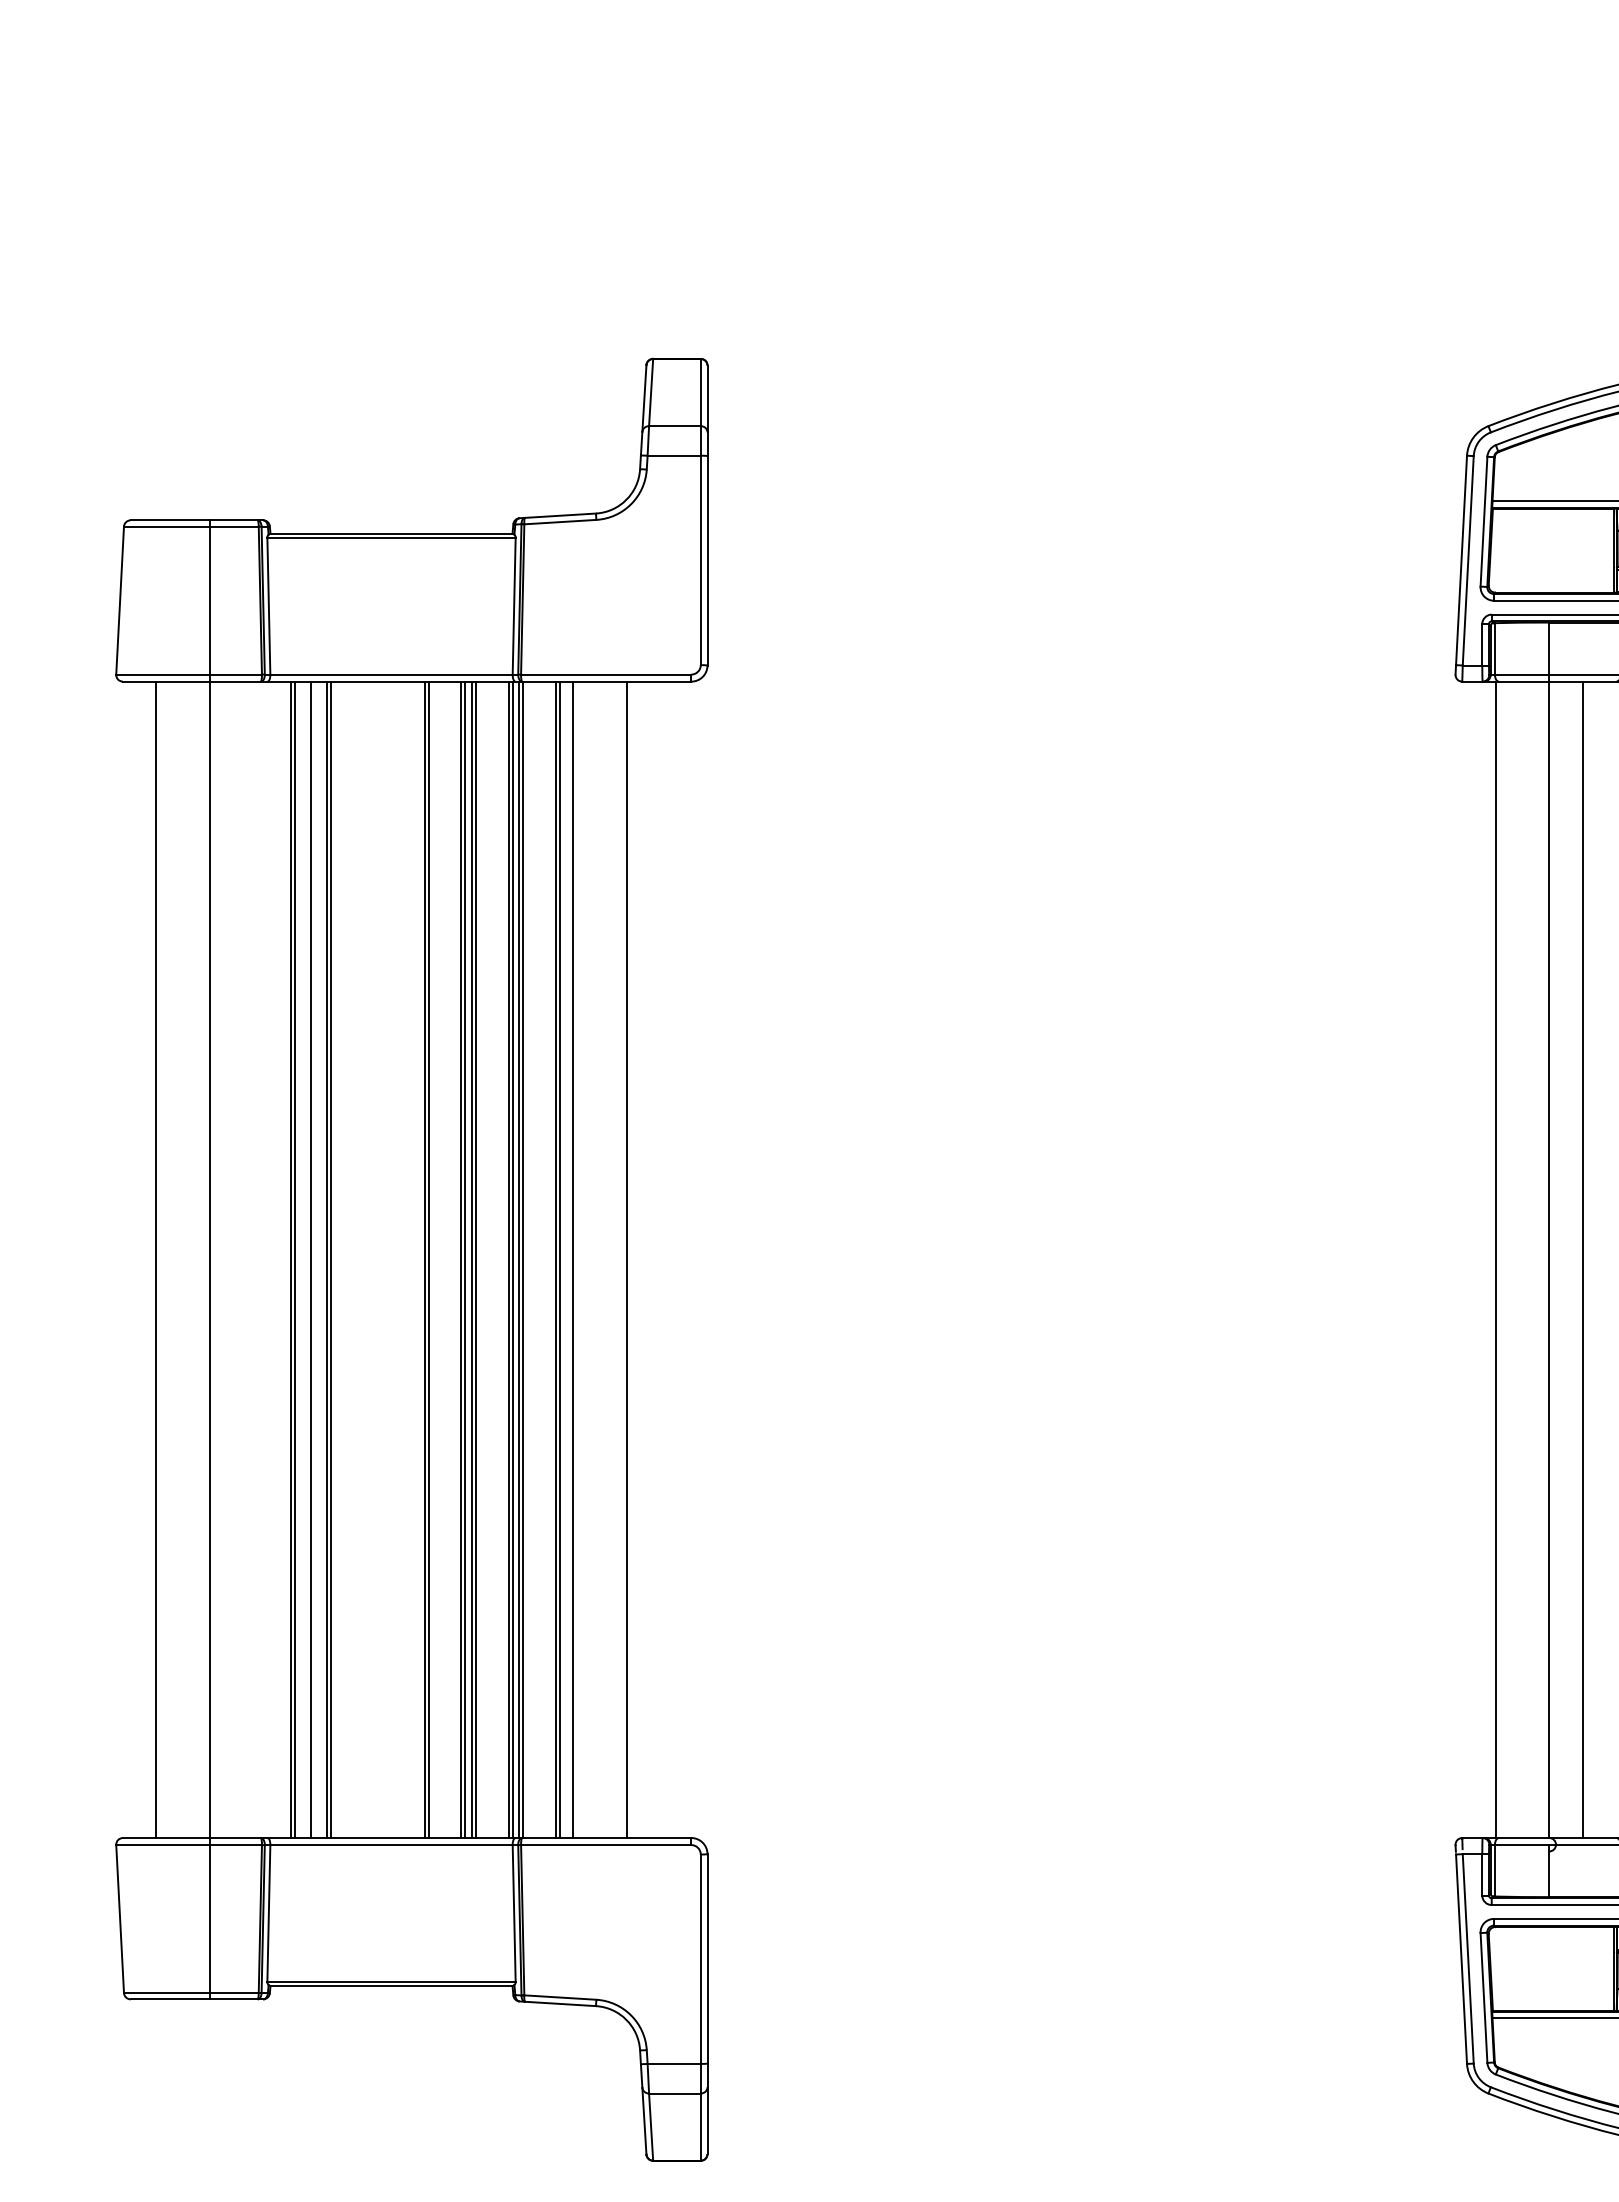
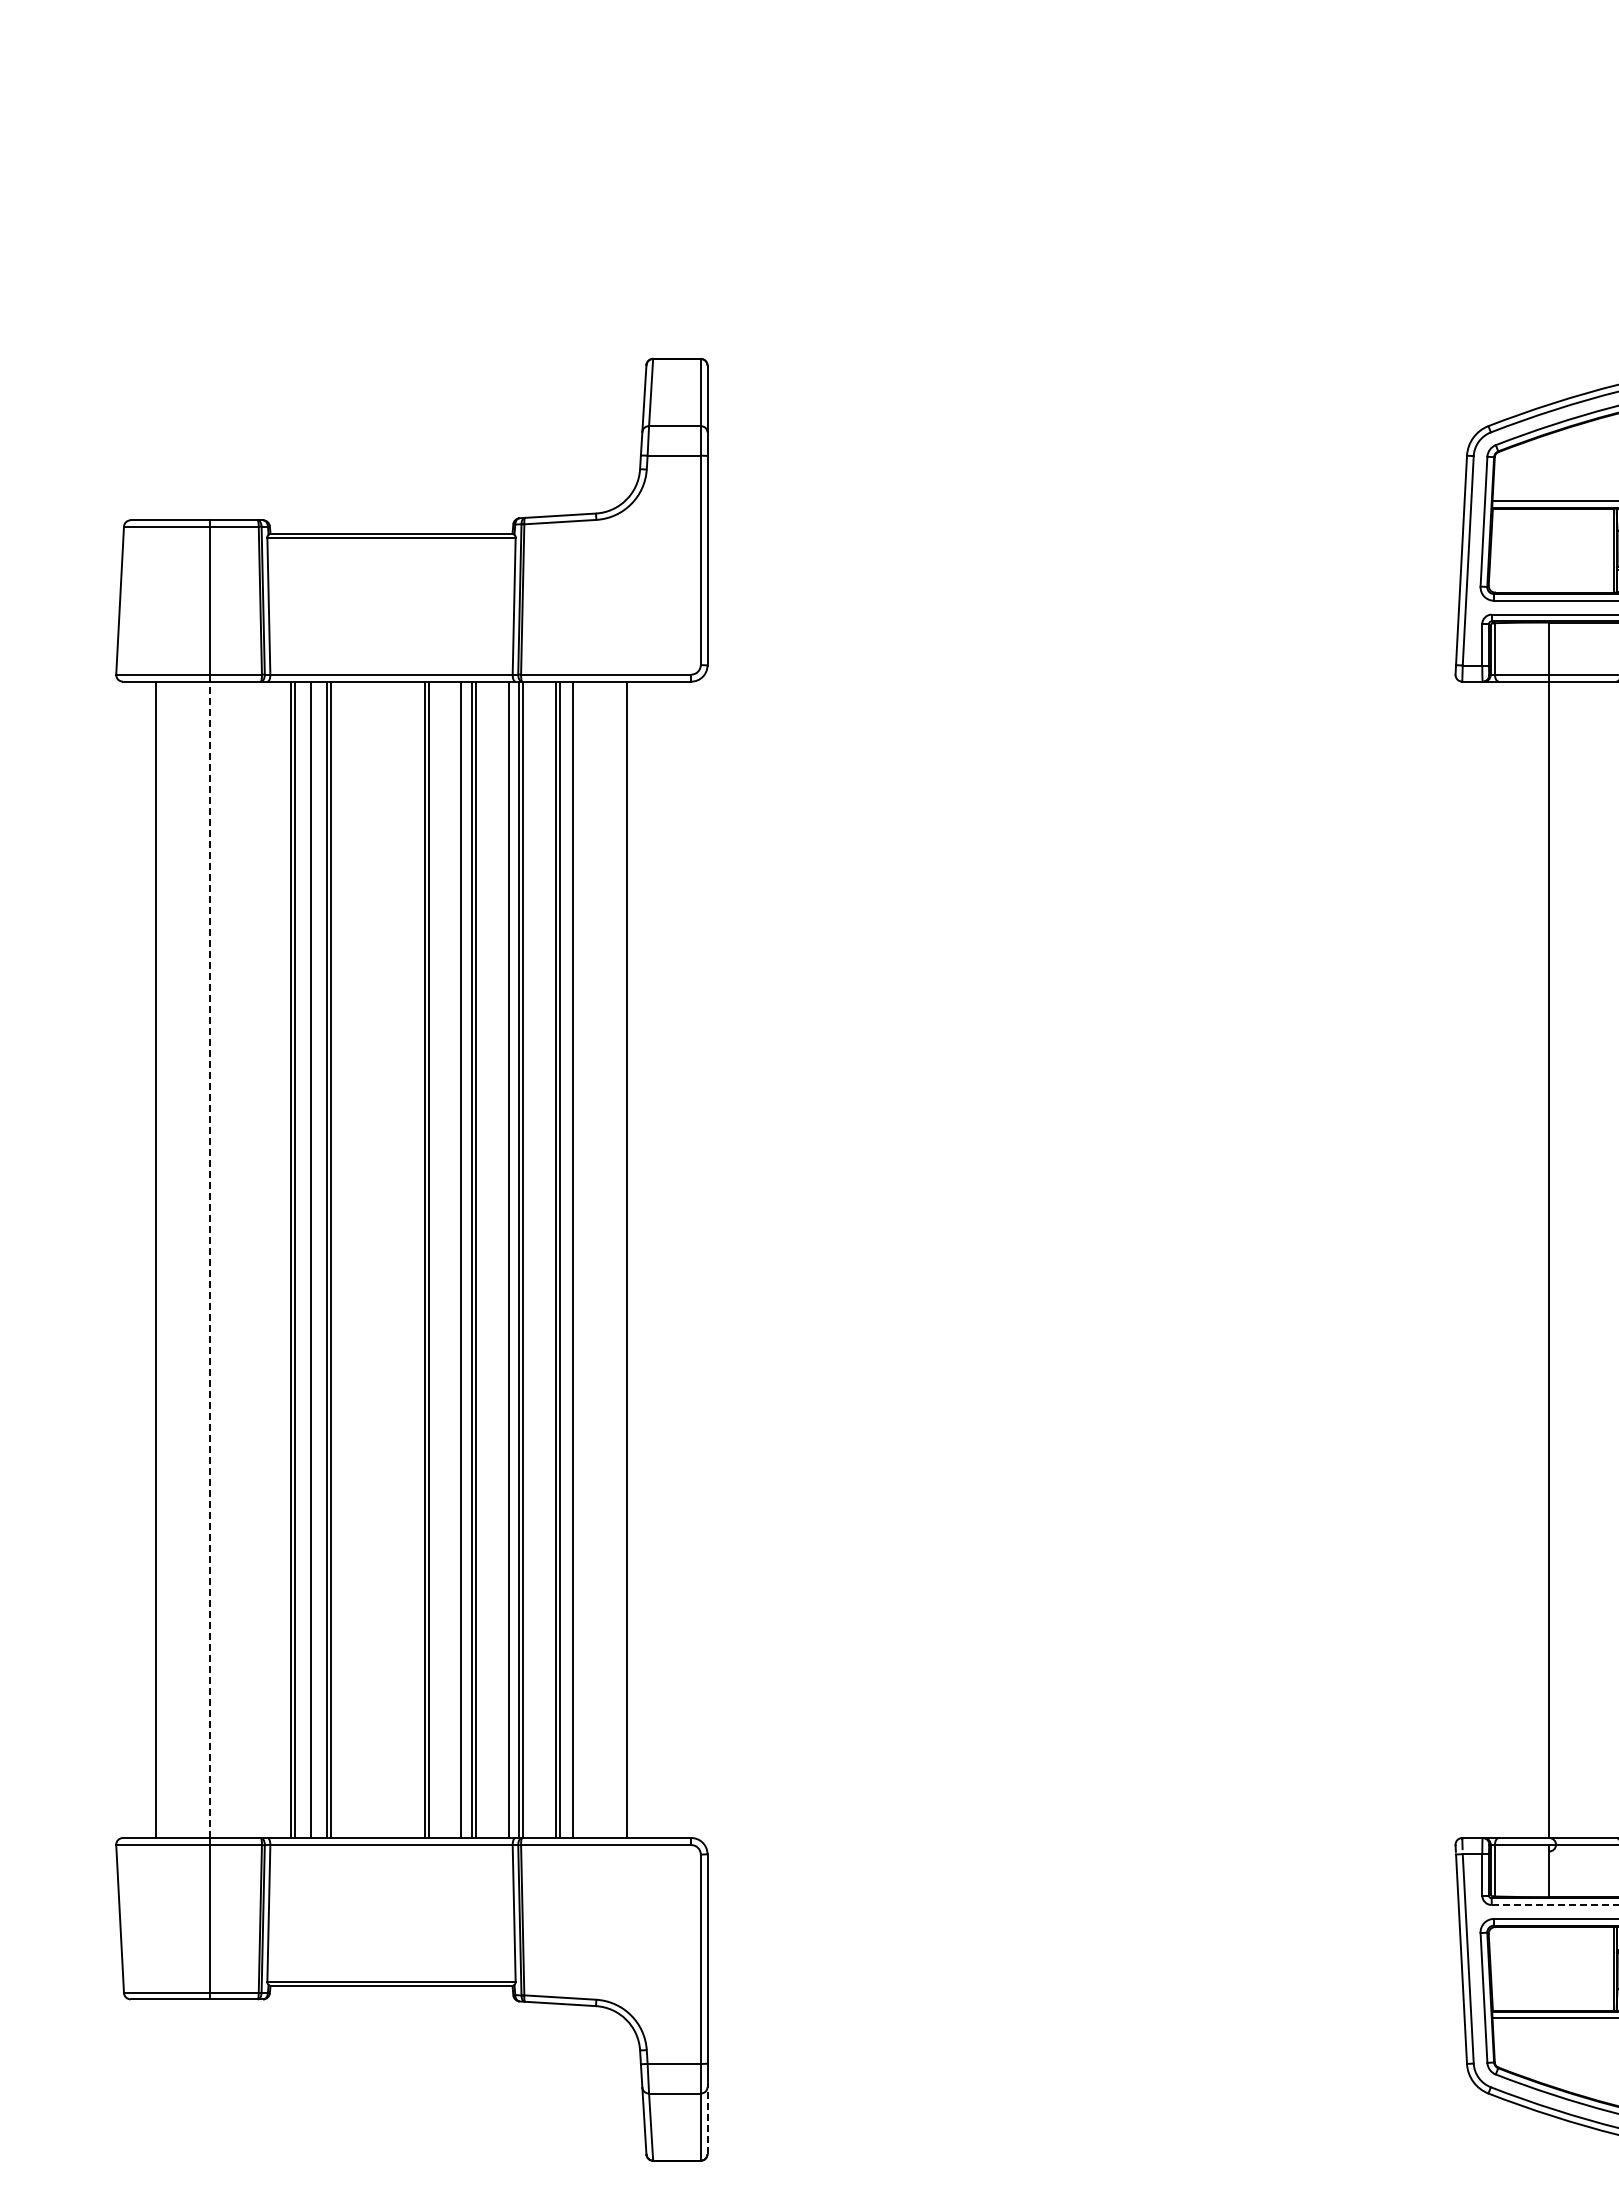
line at (210, 1259): solid -> dashed
line at (465, 1259): present -> none
line at (512, 1259): present -> none
line at (1495, 1259): present -> none
line at (1582, 1259): present -> none
line at (1555, 1905): solid -> dashed
line at (707, 2120): solid -> dashed
